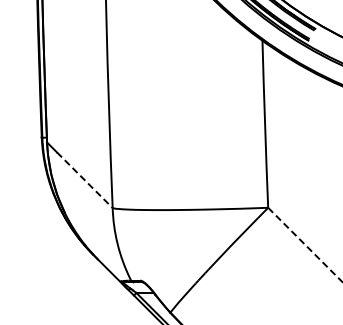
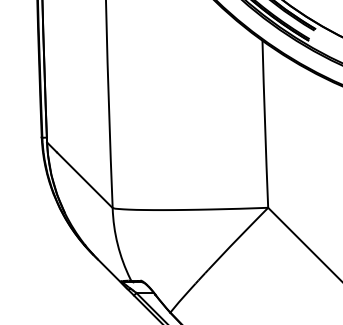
line at (85, 180): dashed -> solid
line at (305, 245): dashed -> solid
